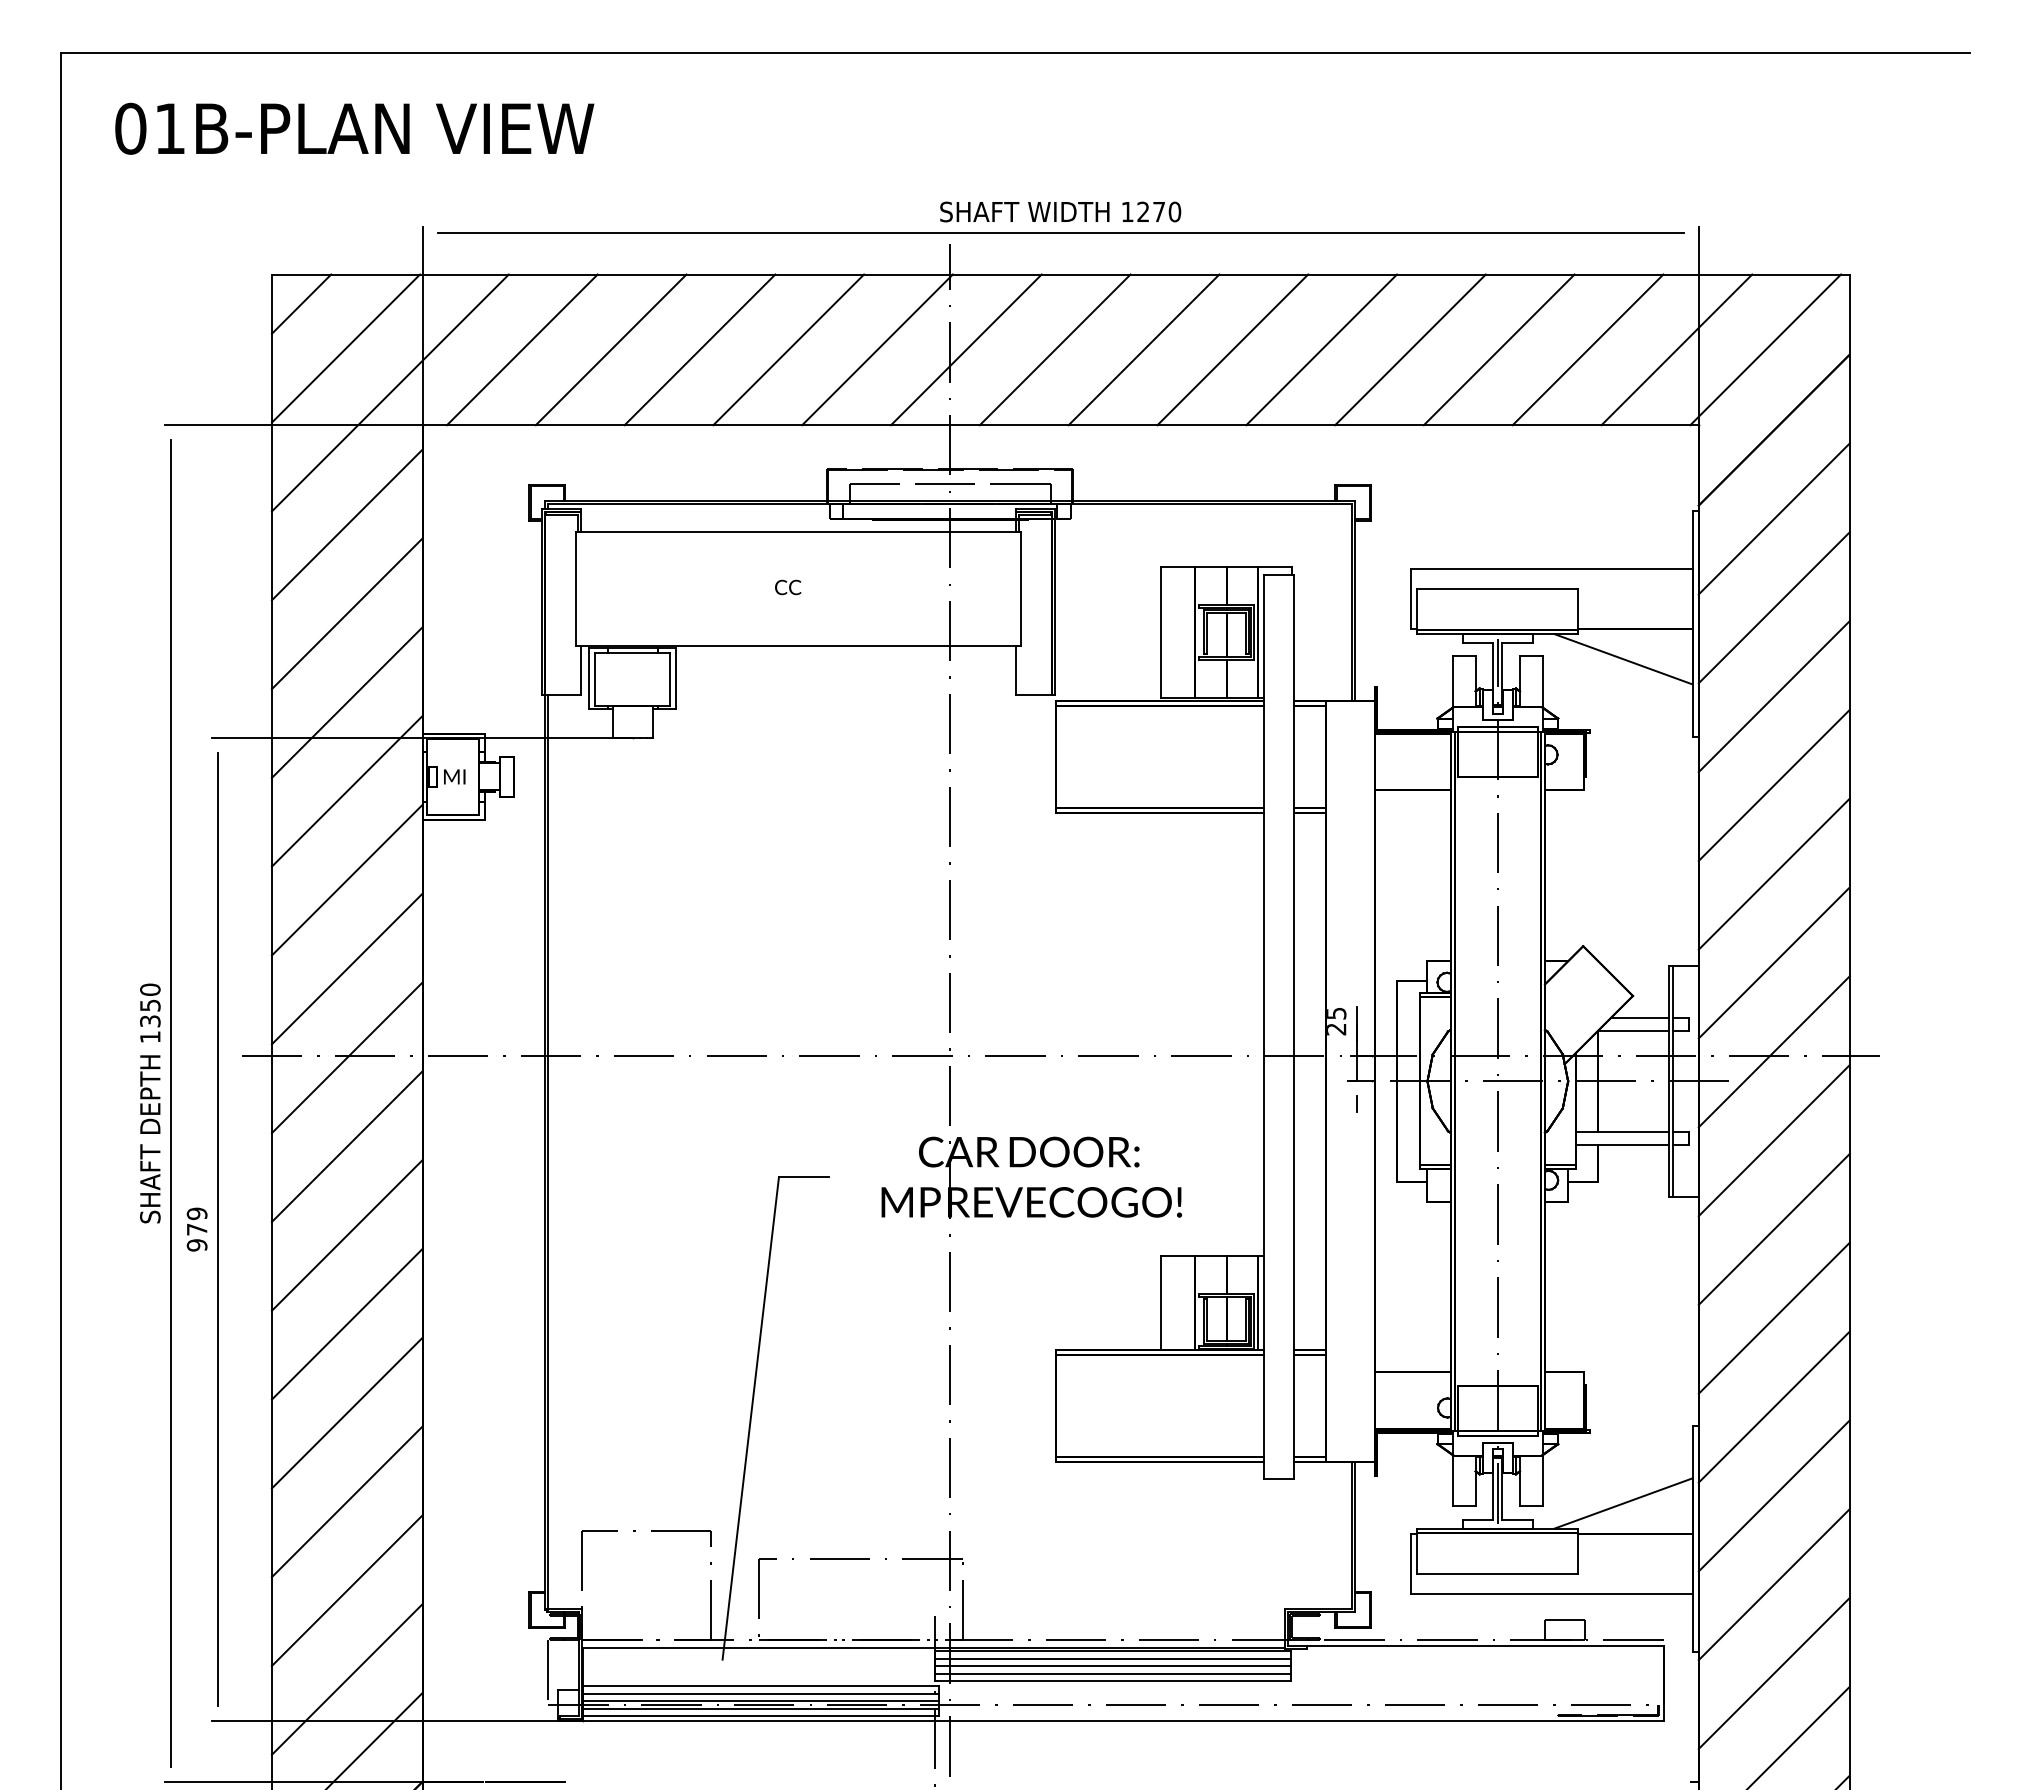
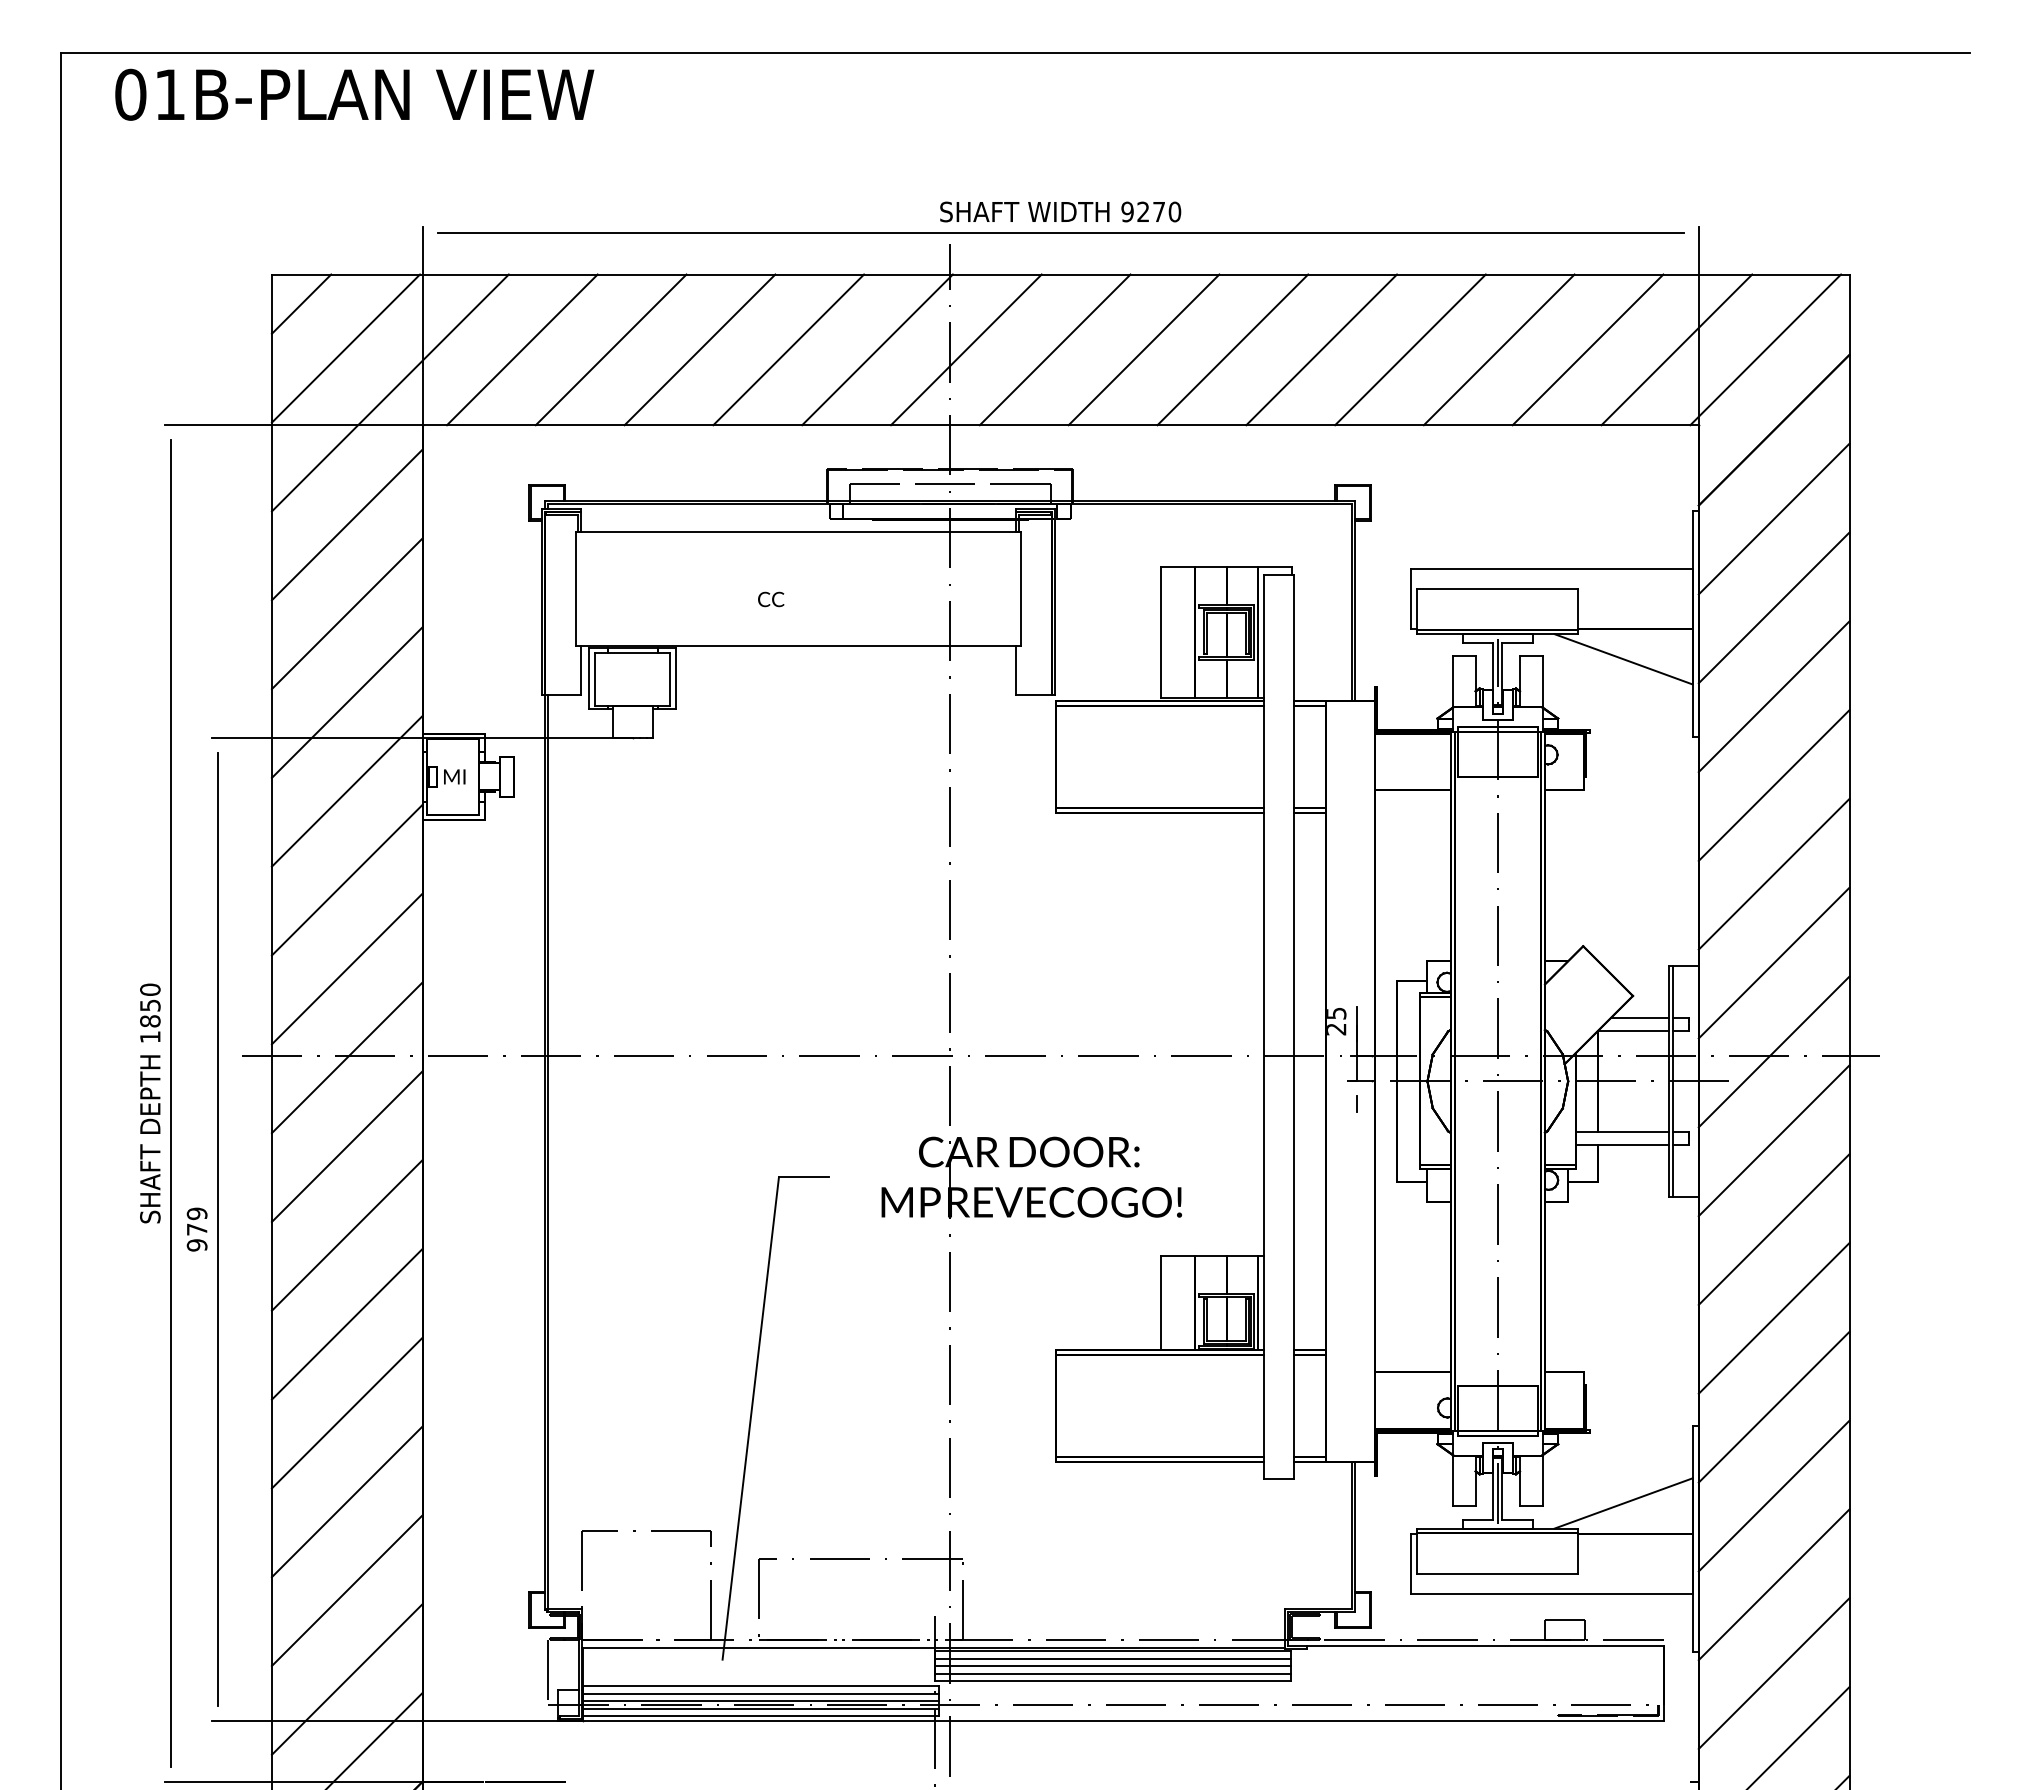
text at (354, 128) position: (354, 128) -> (354, 94)
text at (1127, 211): 1270 -> 9270
text at (788, 587) position: (788, 587) -> (771, 599)
text at (150, 1021): 1350 -> 1850
